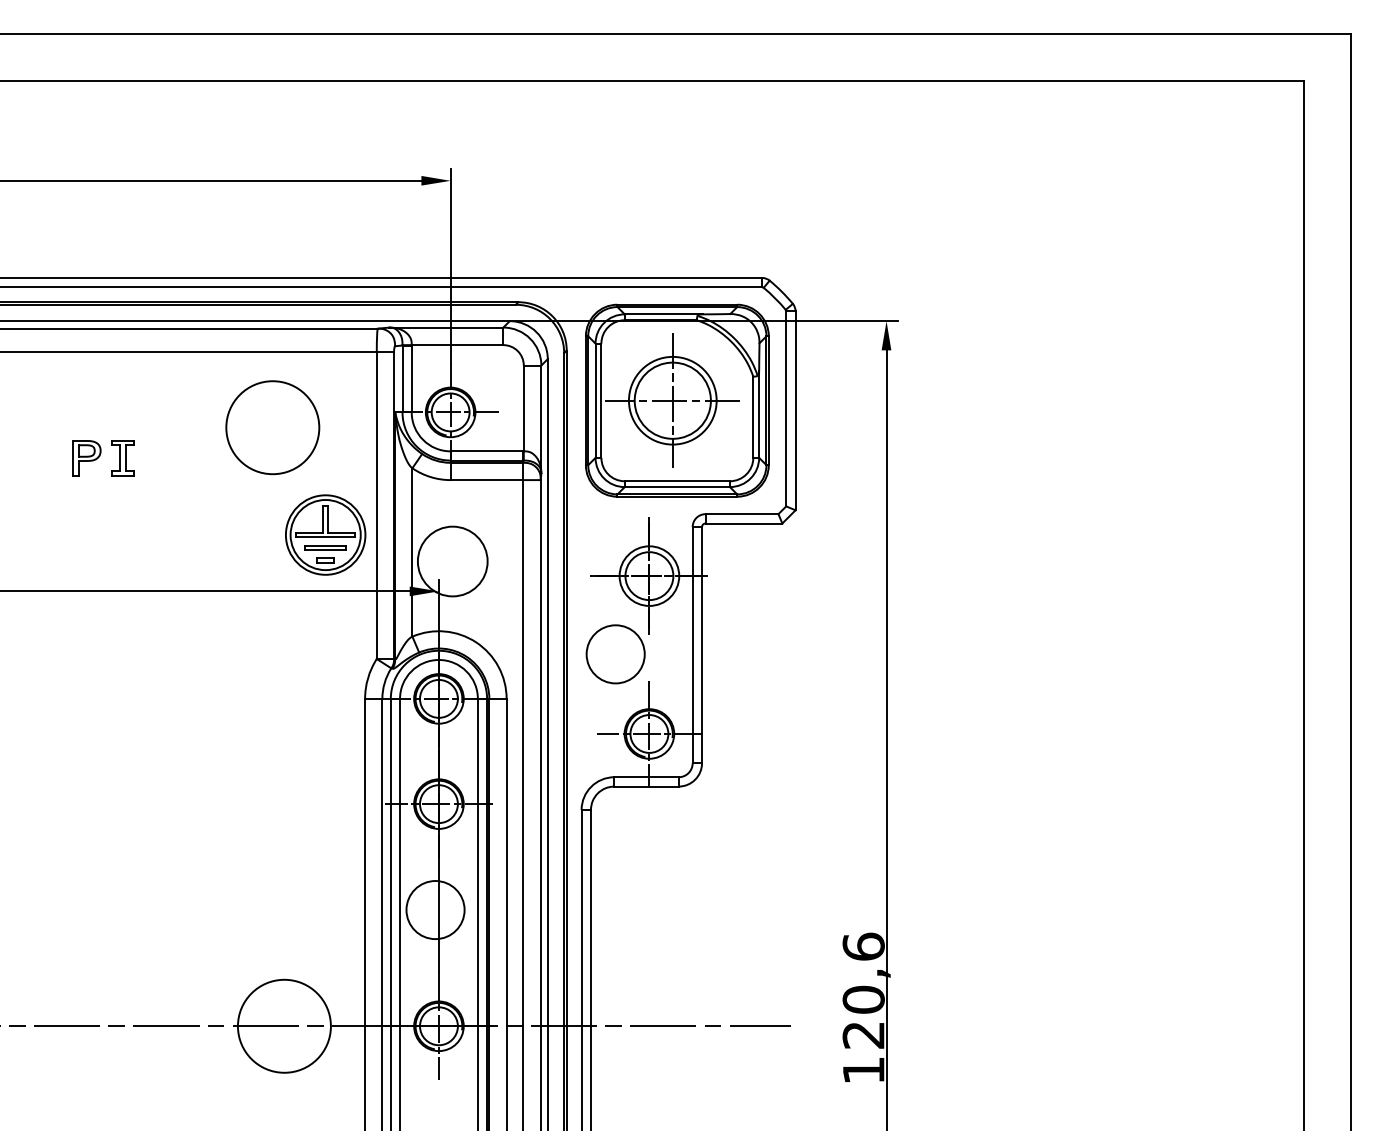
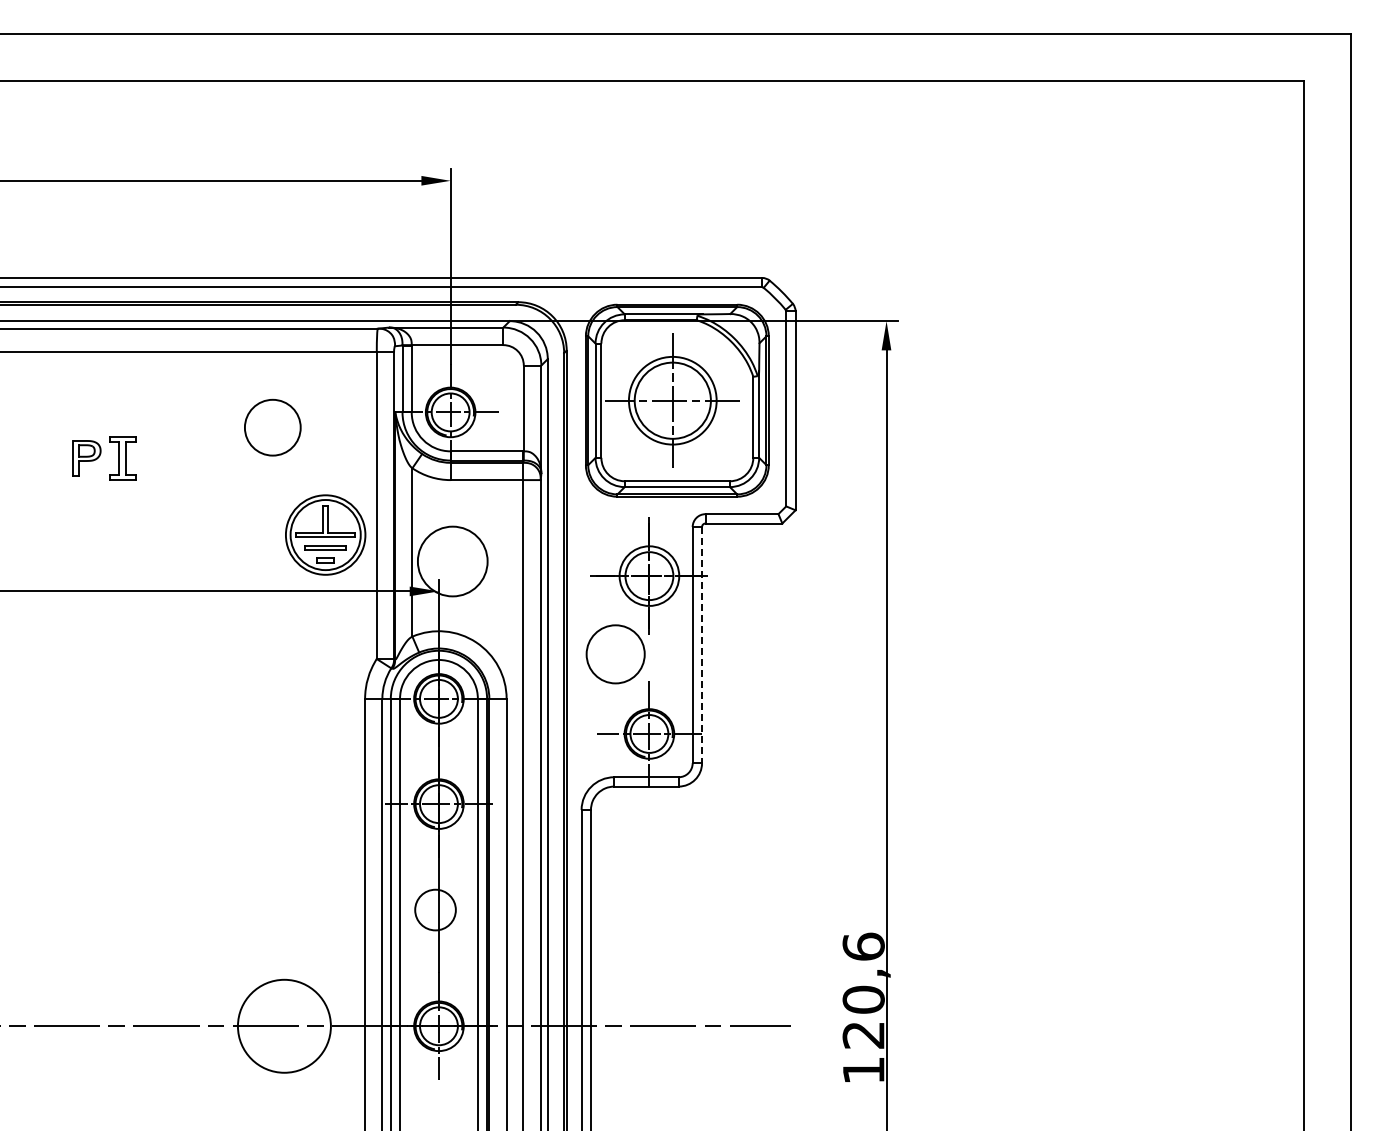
circle at (272, 427) diameter: 93 px -> 56 px
part at (122, 458) size: 24x37 px -> 28x45 px
line at (702, 645): solid -> dashed
circle at (435, 910) diameter: 58 px -> 41 px
